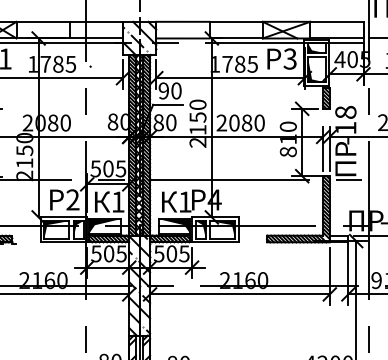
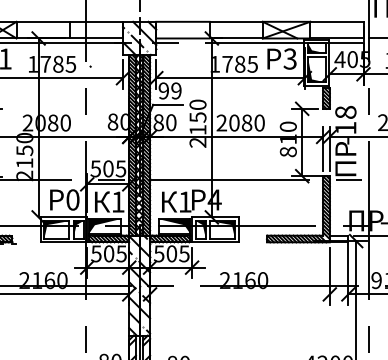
text at (176, 90): 90 -> 99
text at (72, 199): 2 -> 0
line at (239, 294): present -> none
